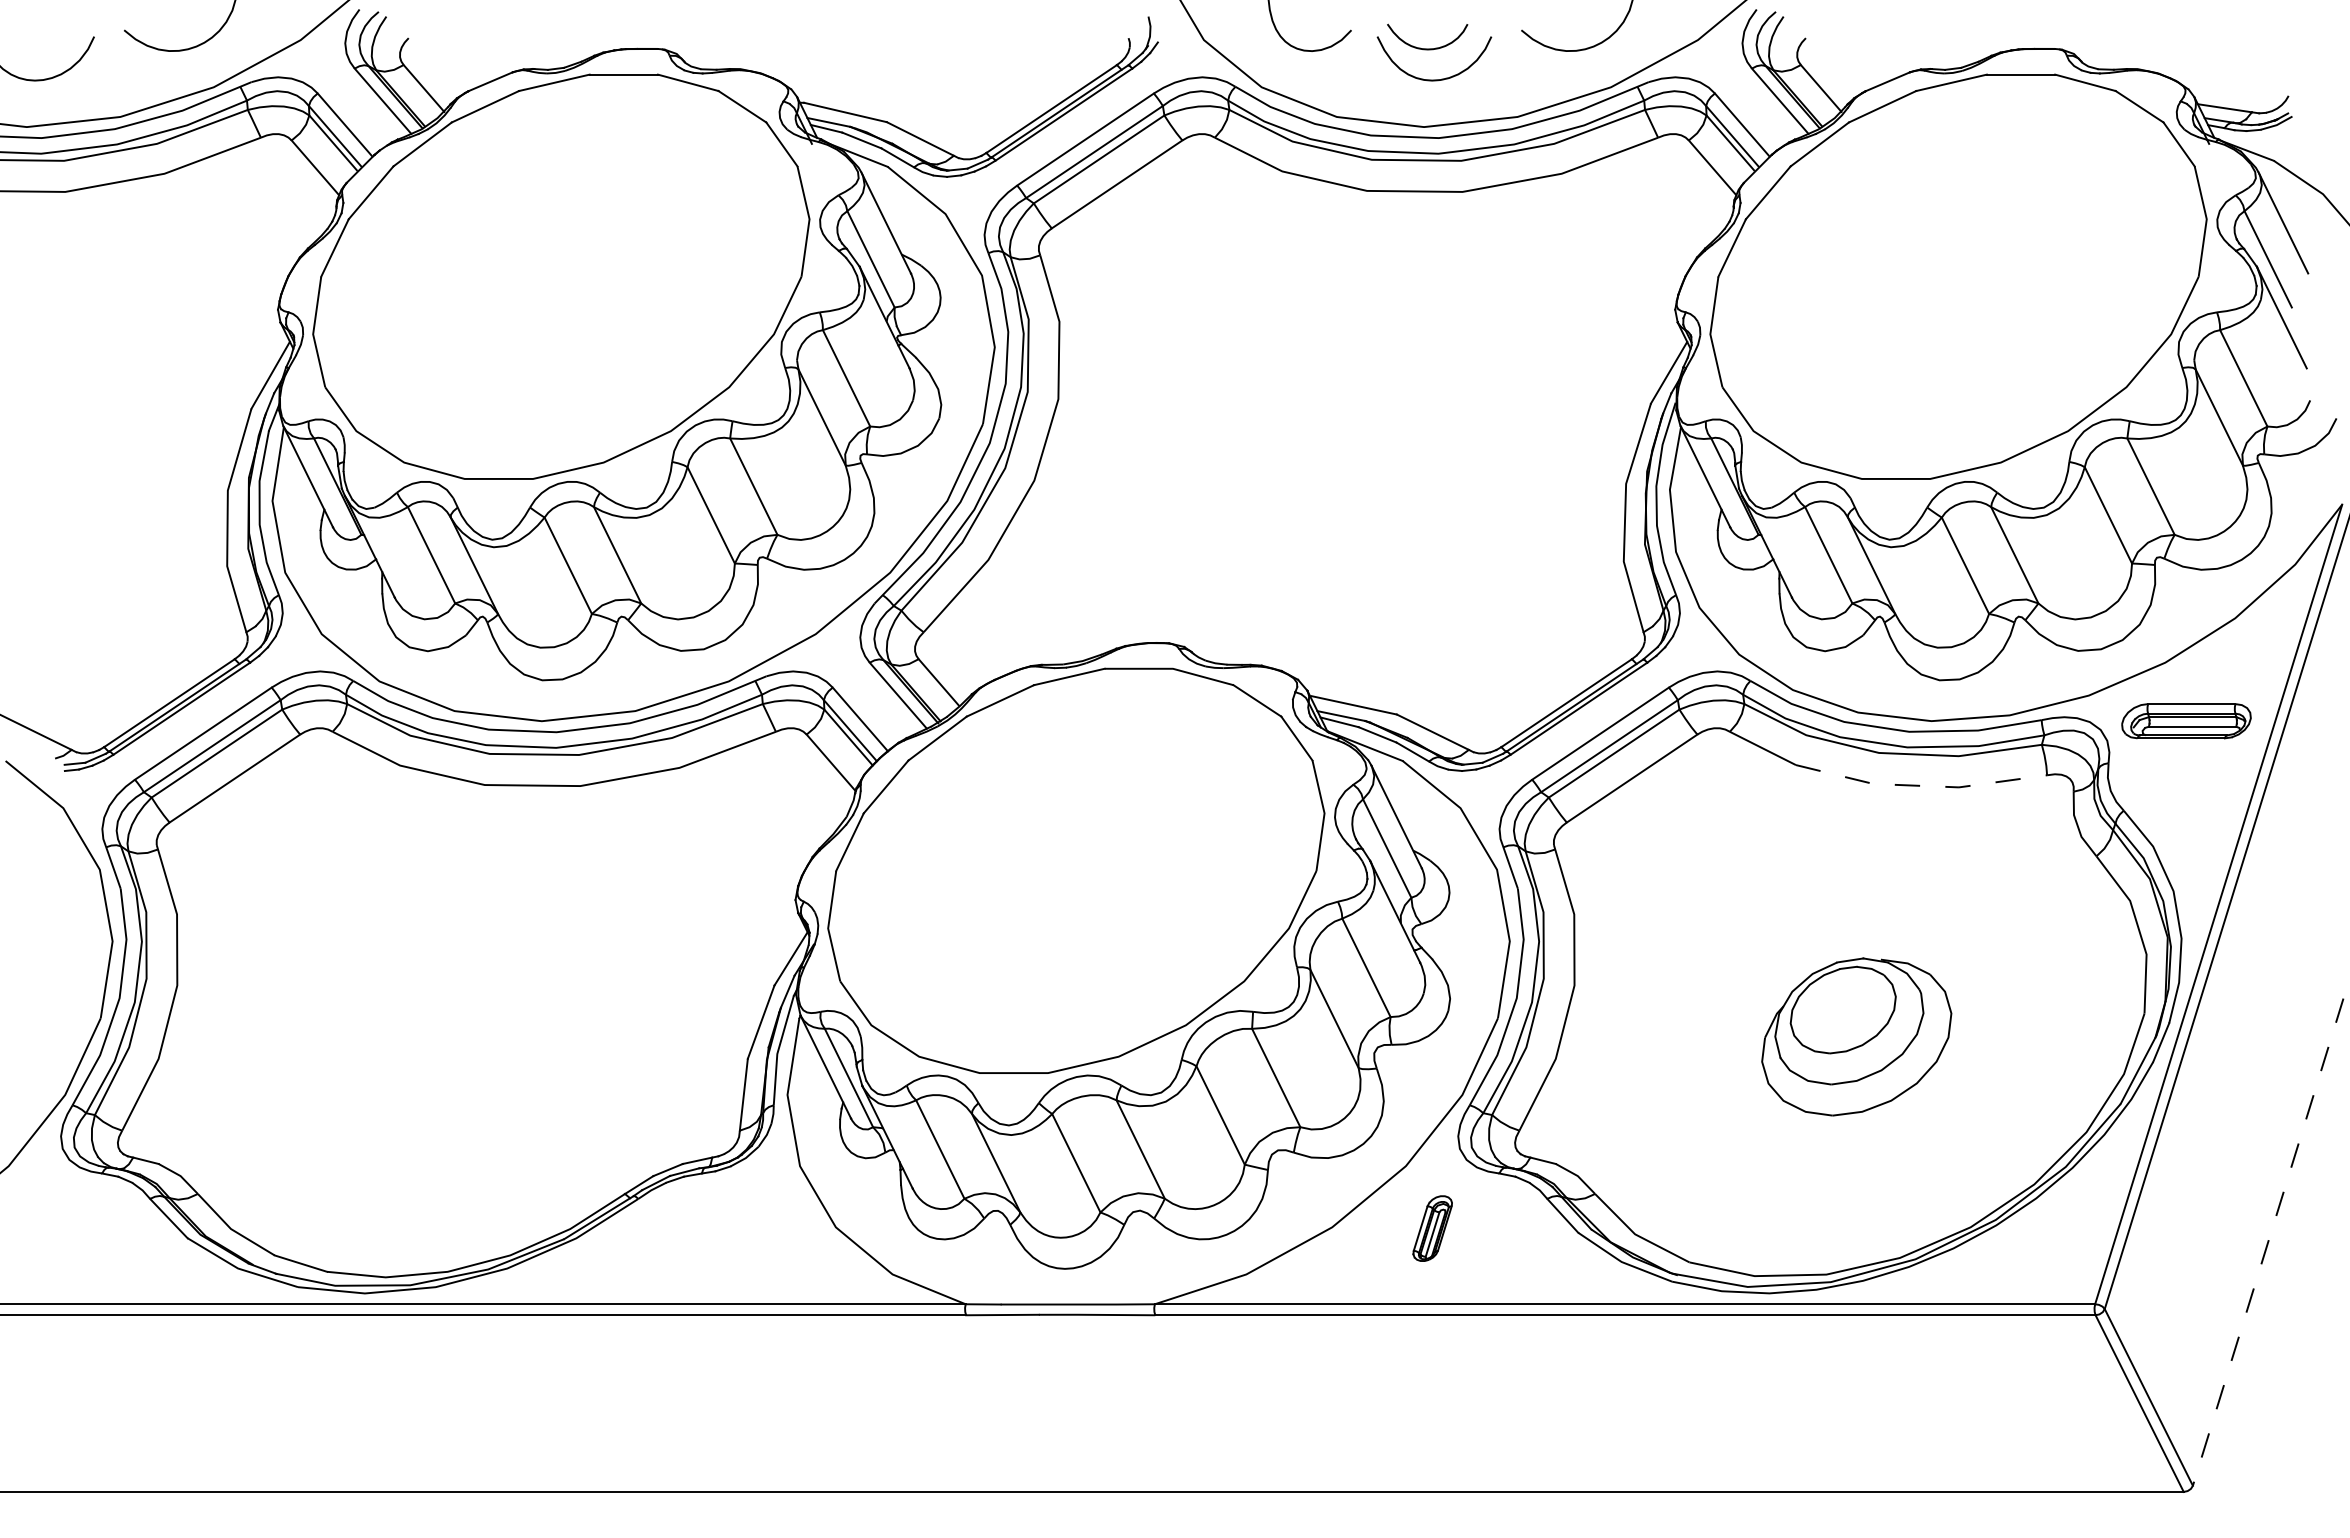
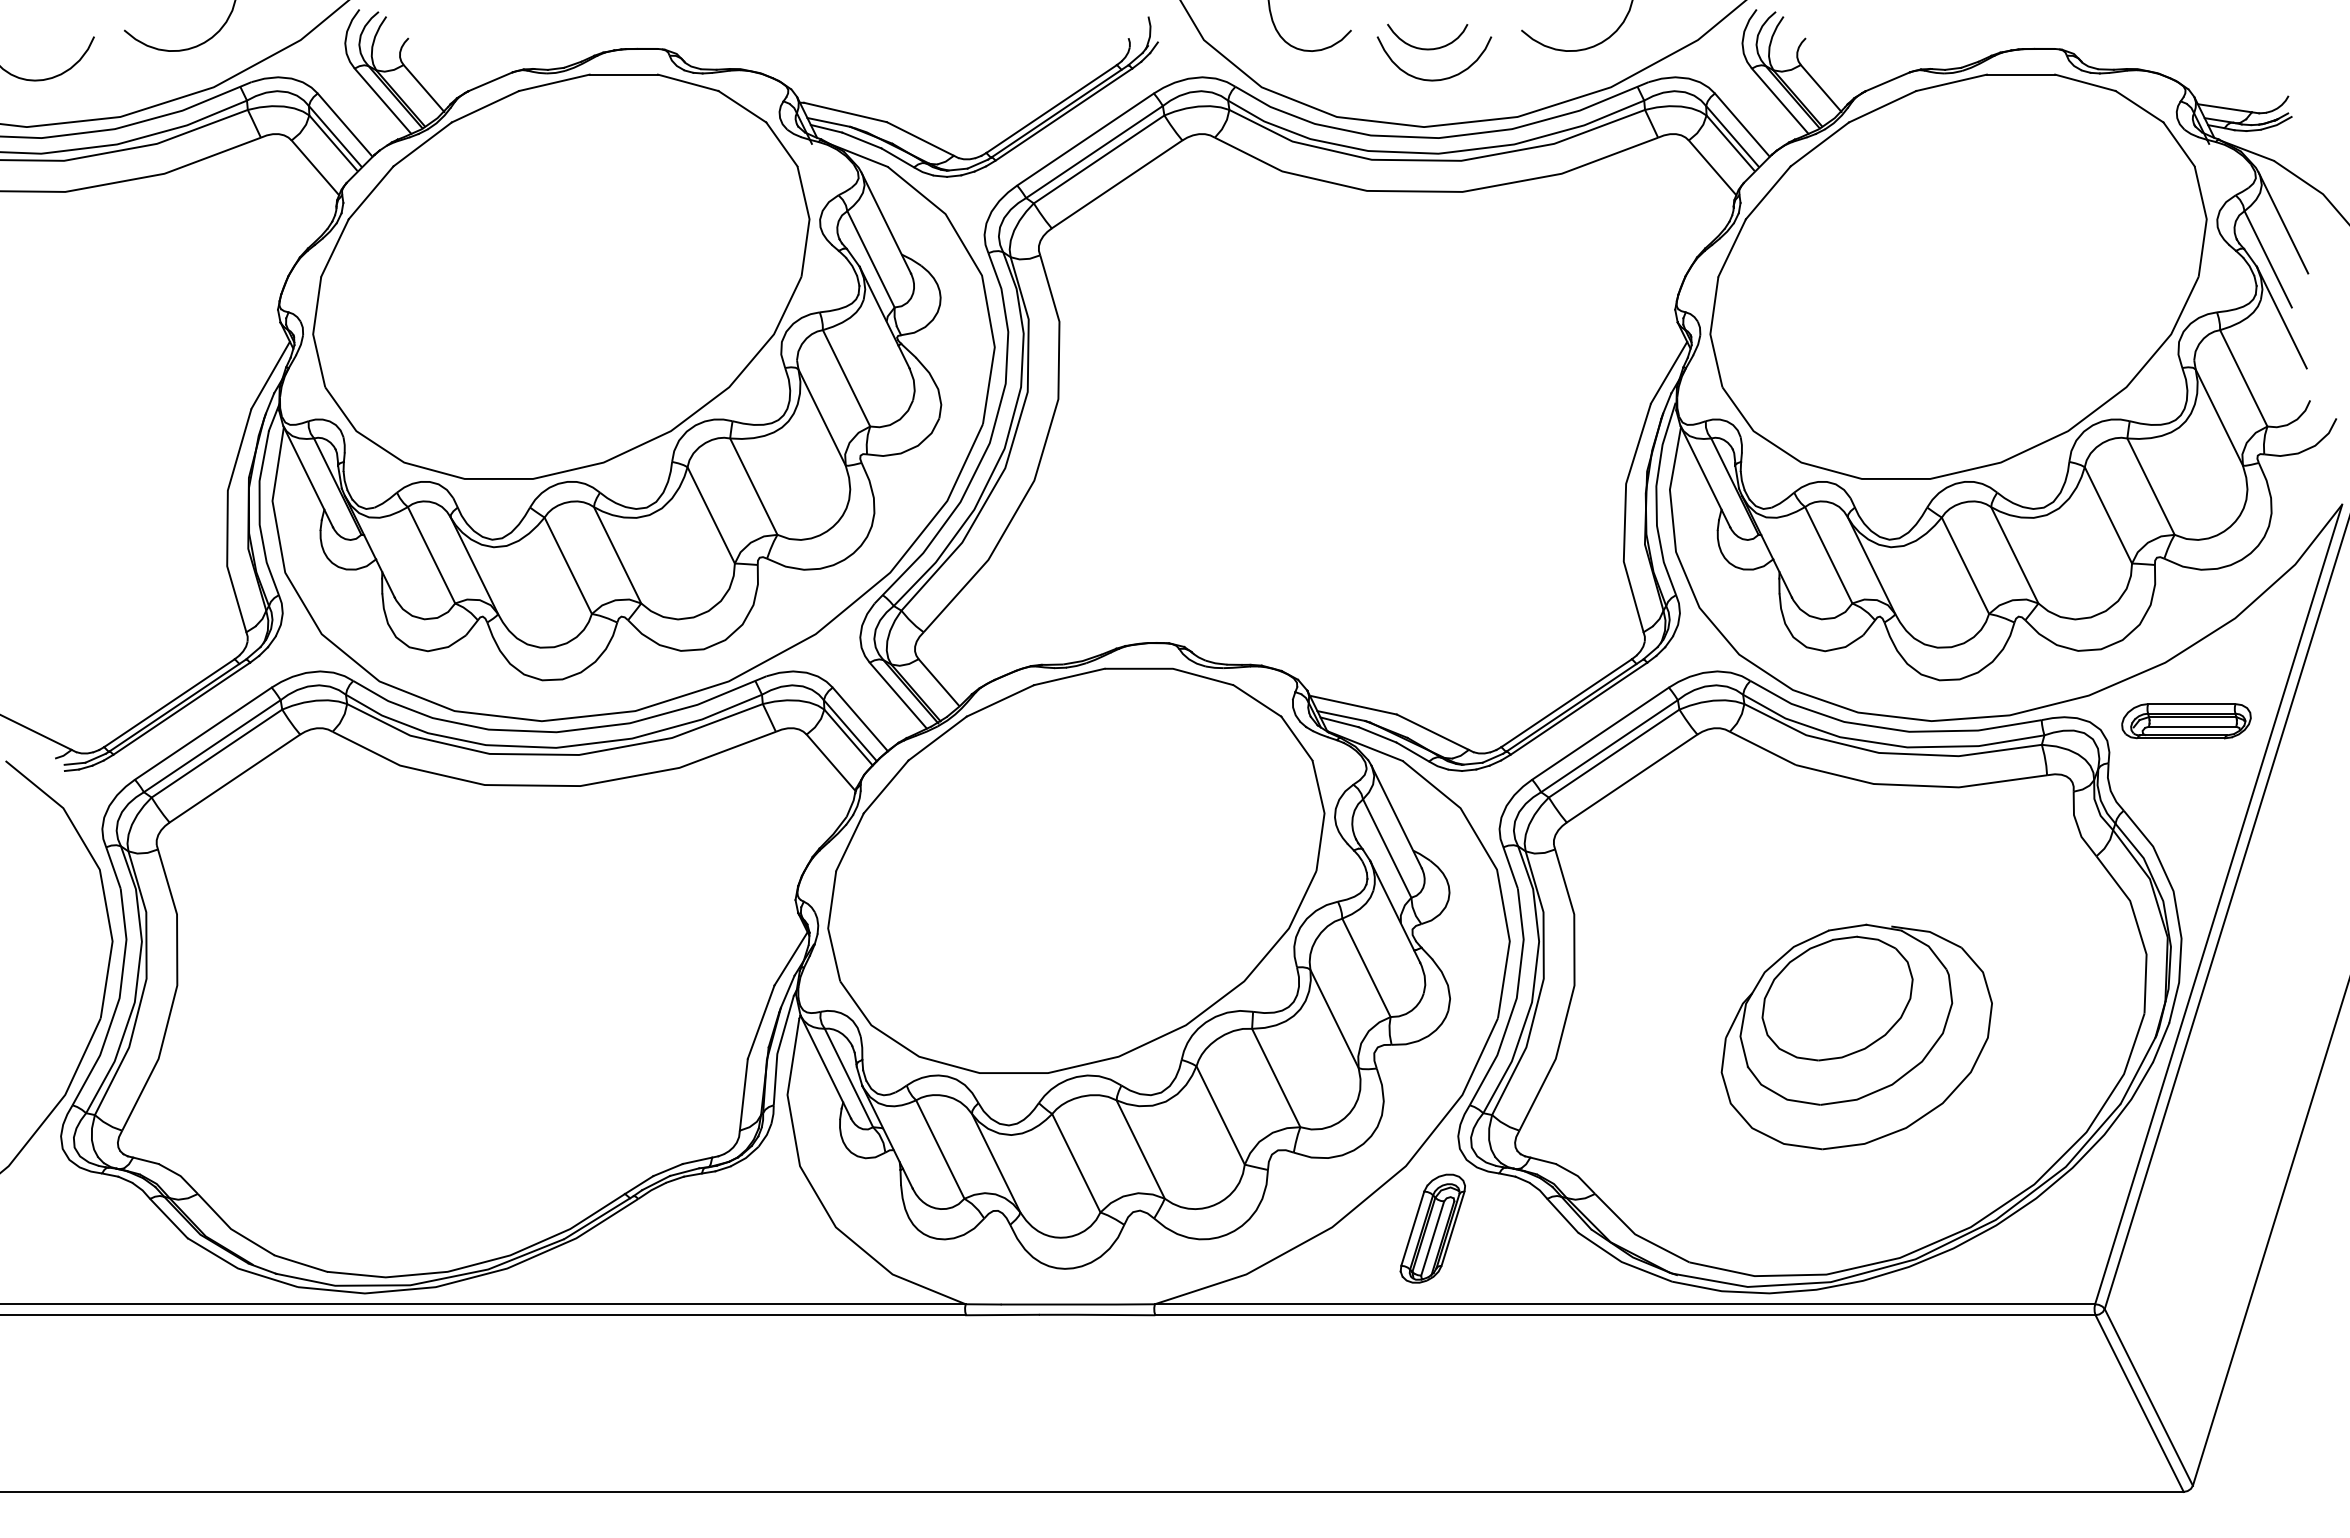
line at (1920, 785): dashed -> solid
part at (1856, 1036) size: 192x160 px -> 273x228 px
part at (1432, 1228) size: 41x67 px -> 67x111 px
line at (2271, 1231): dashed -> solid
